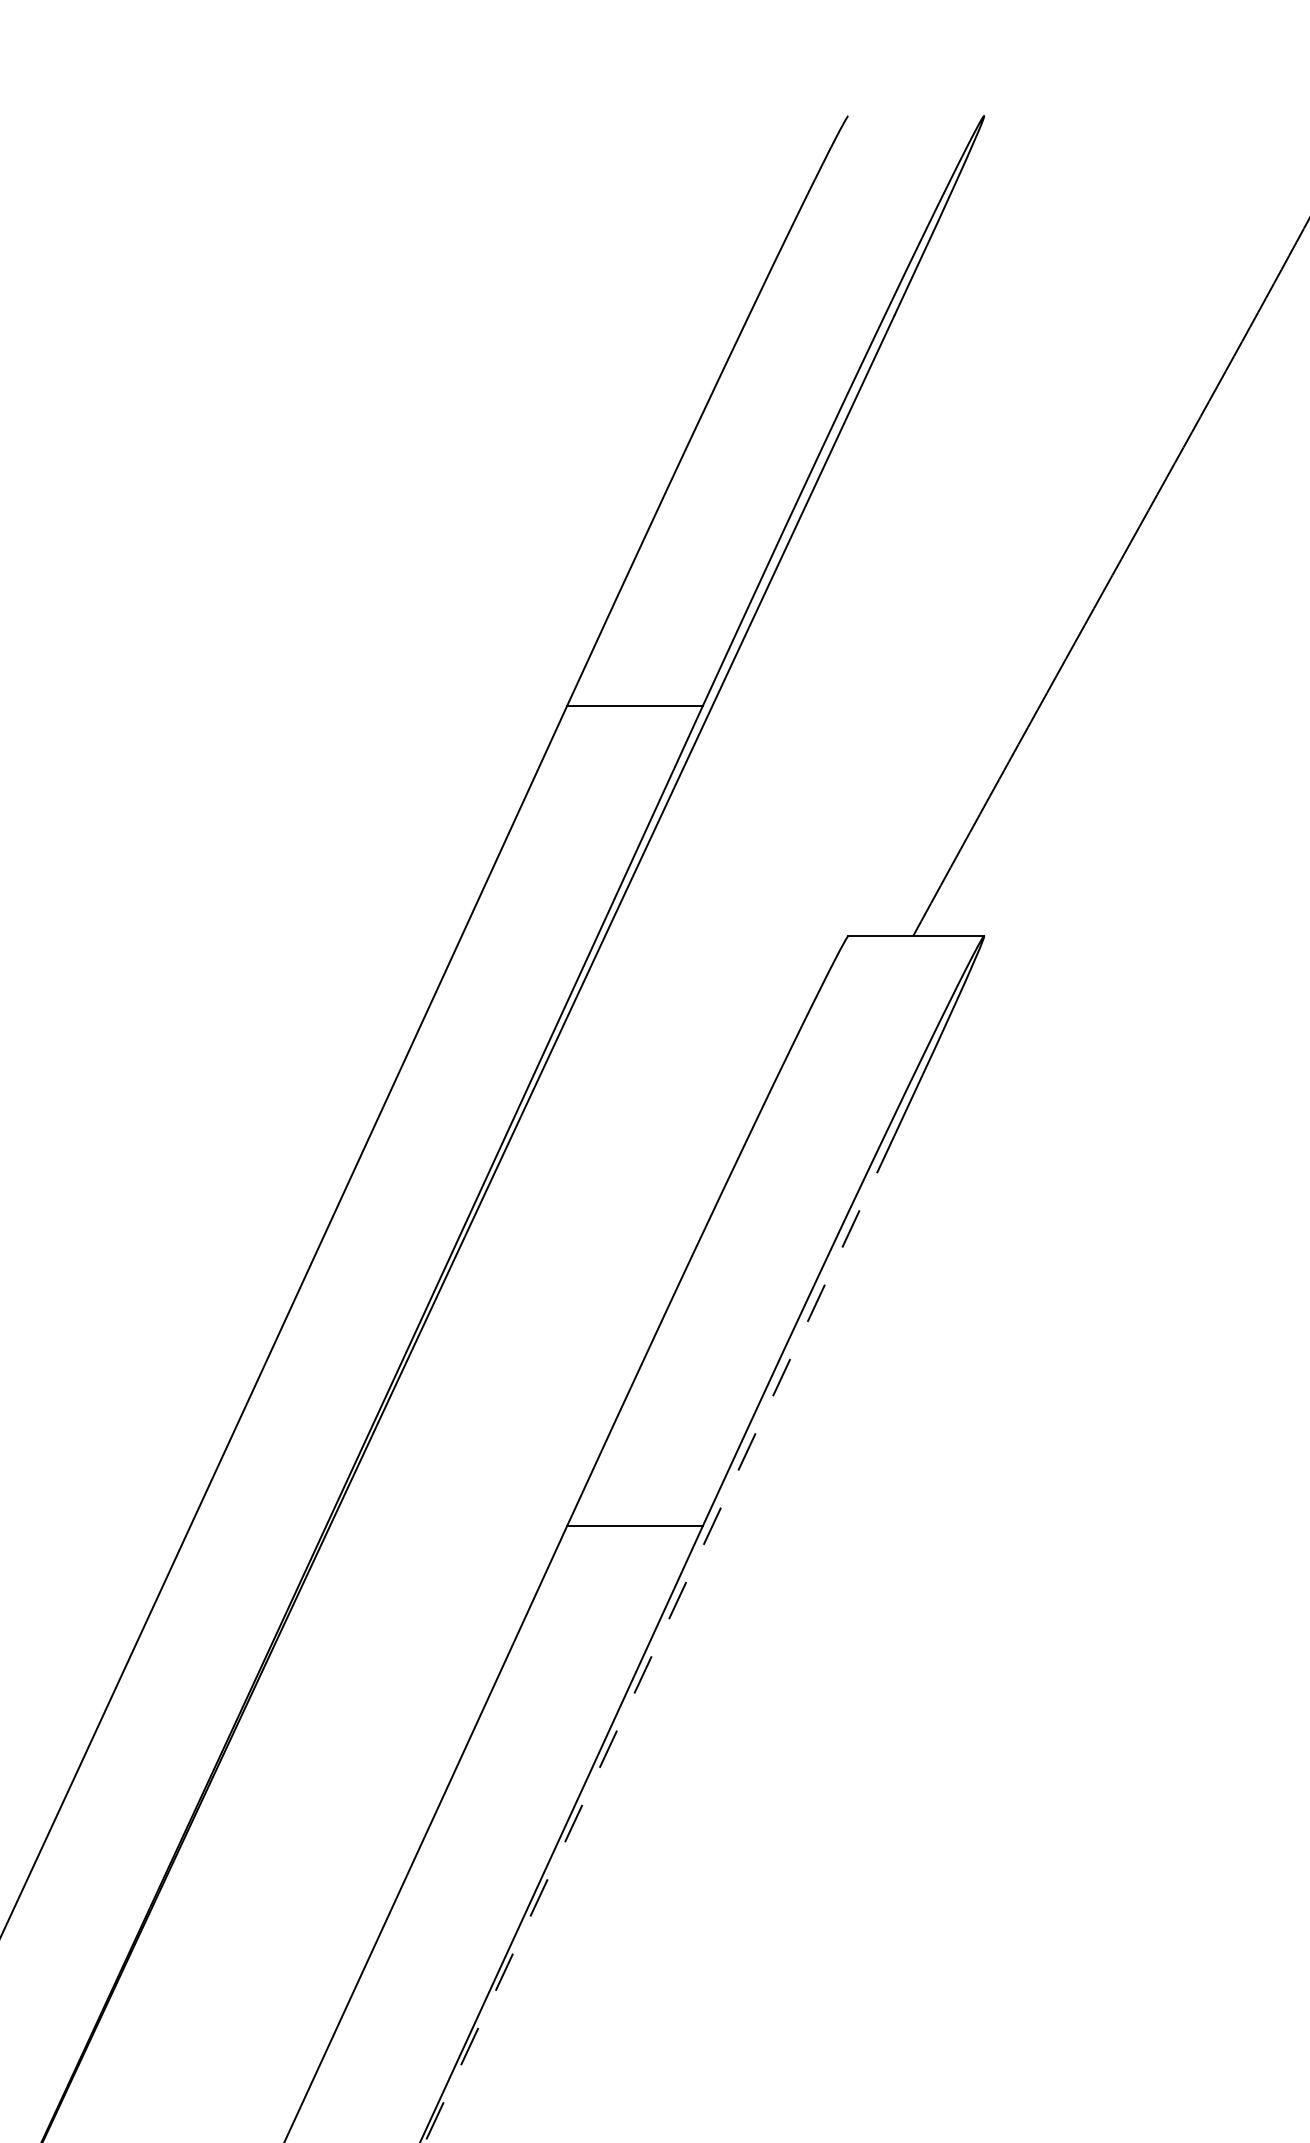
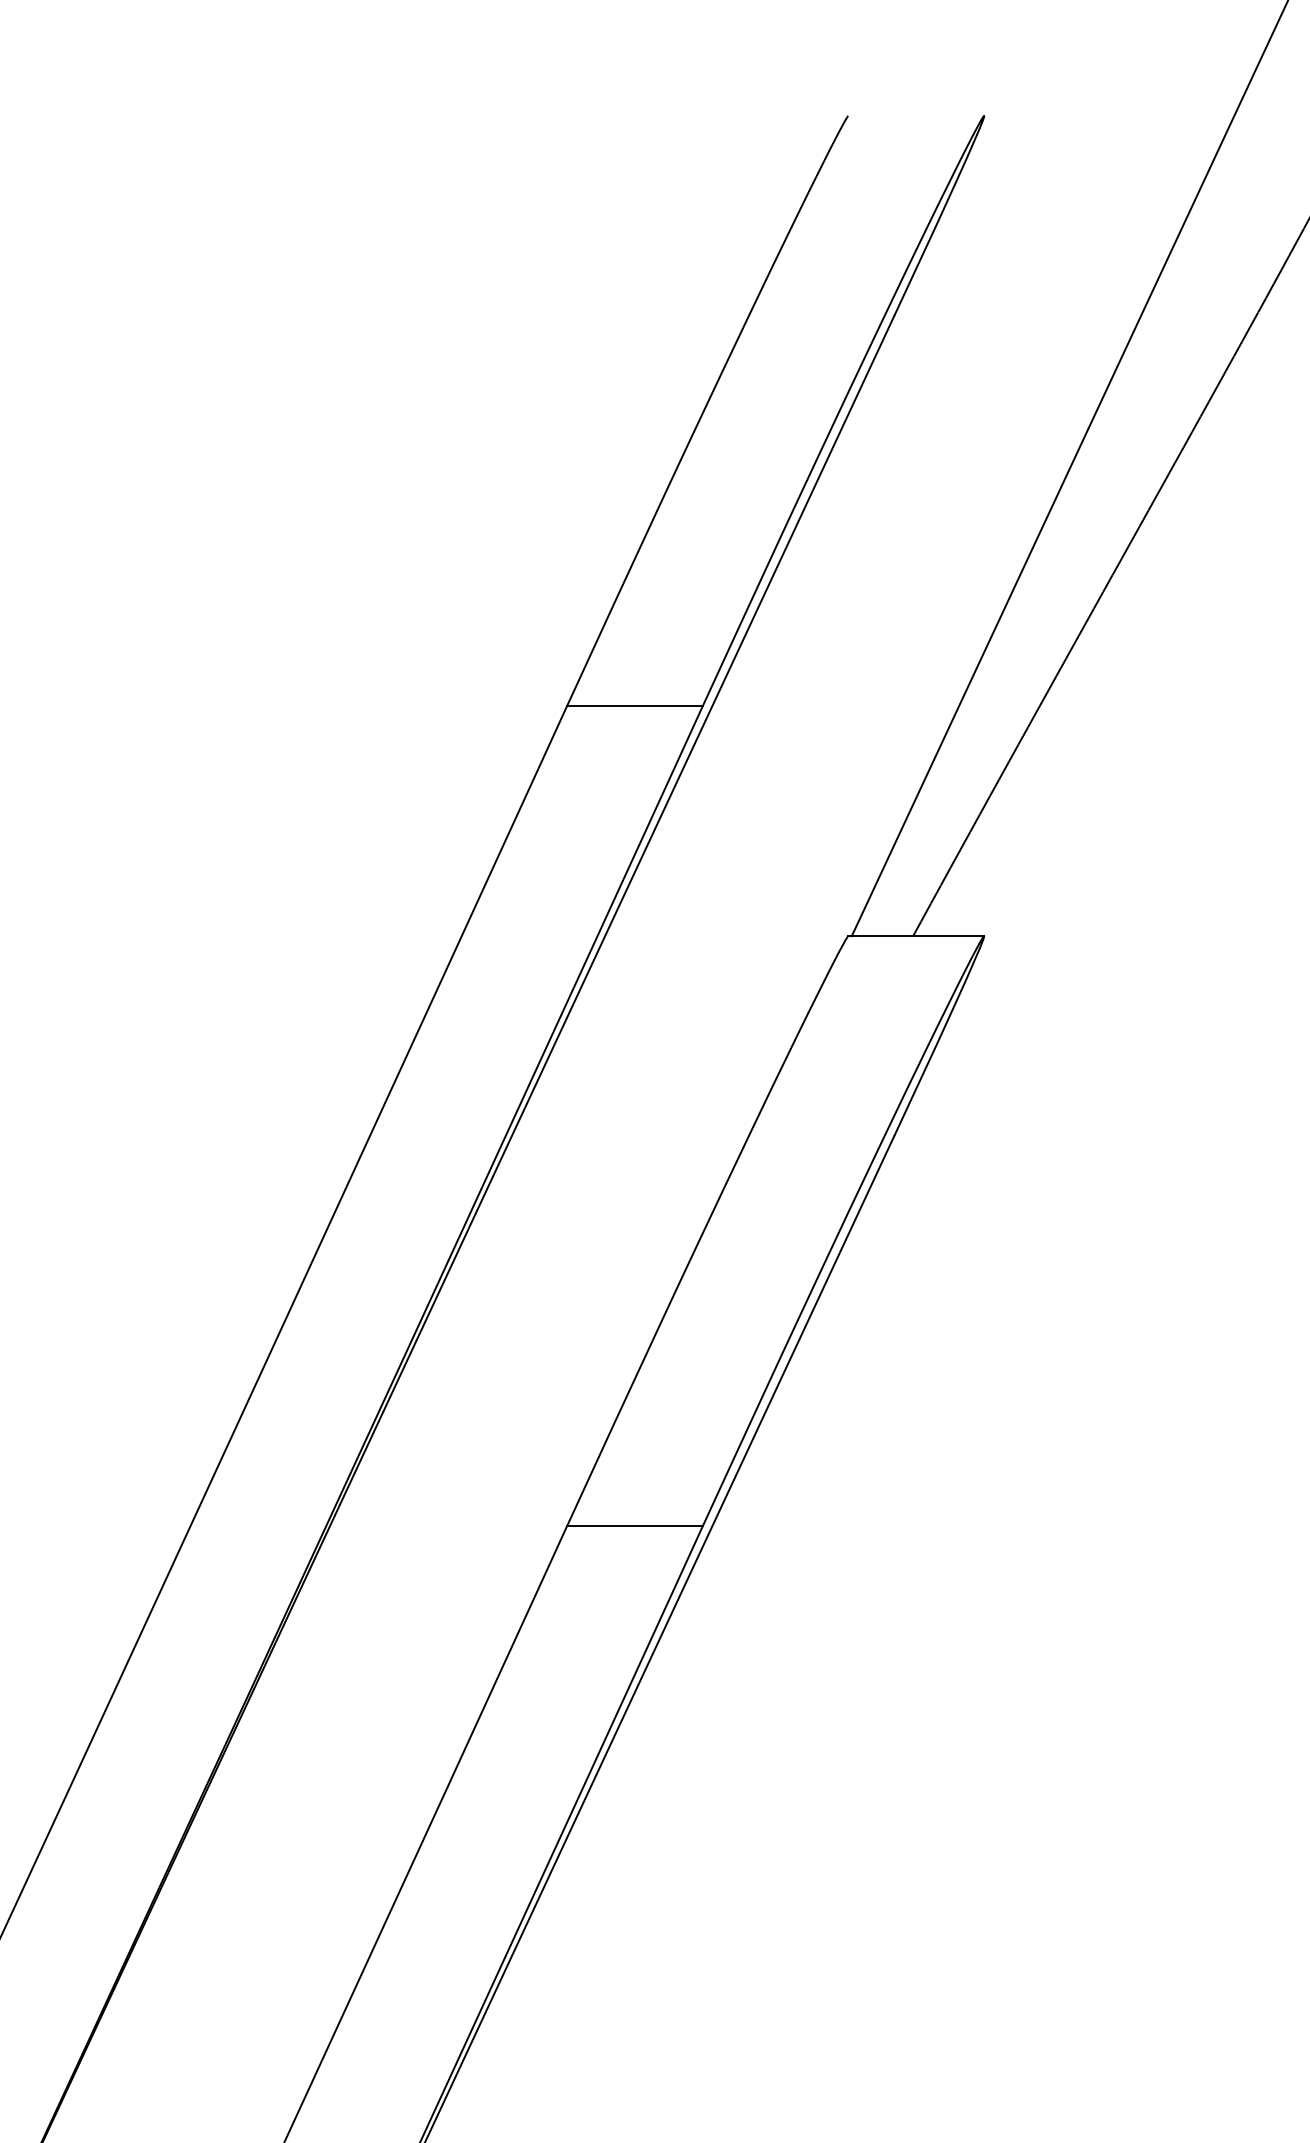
line at (1069, 469): none -> present
line at (659, 1639): dashed -> solid
